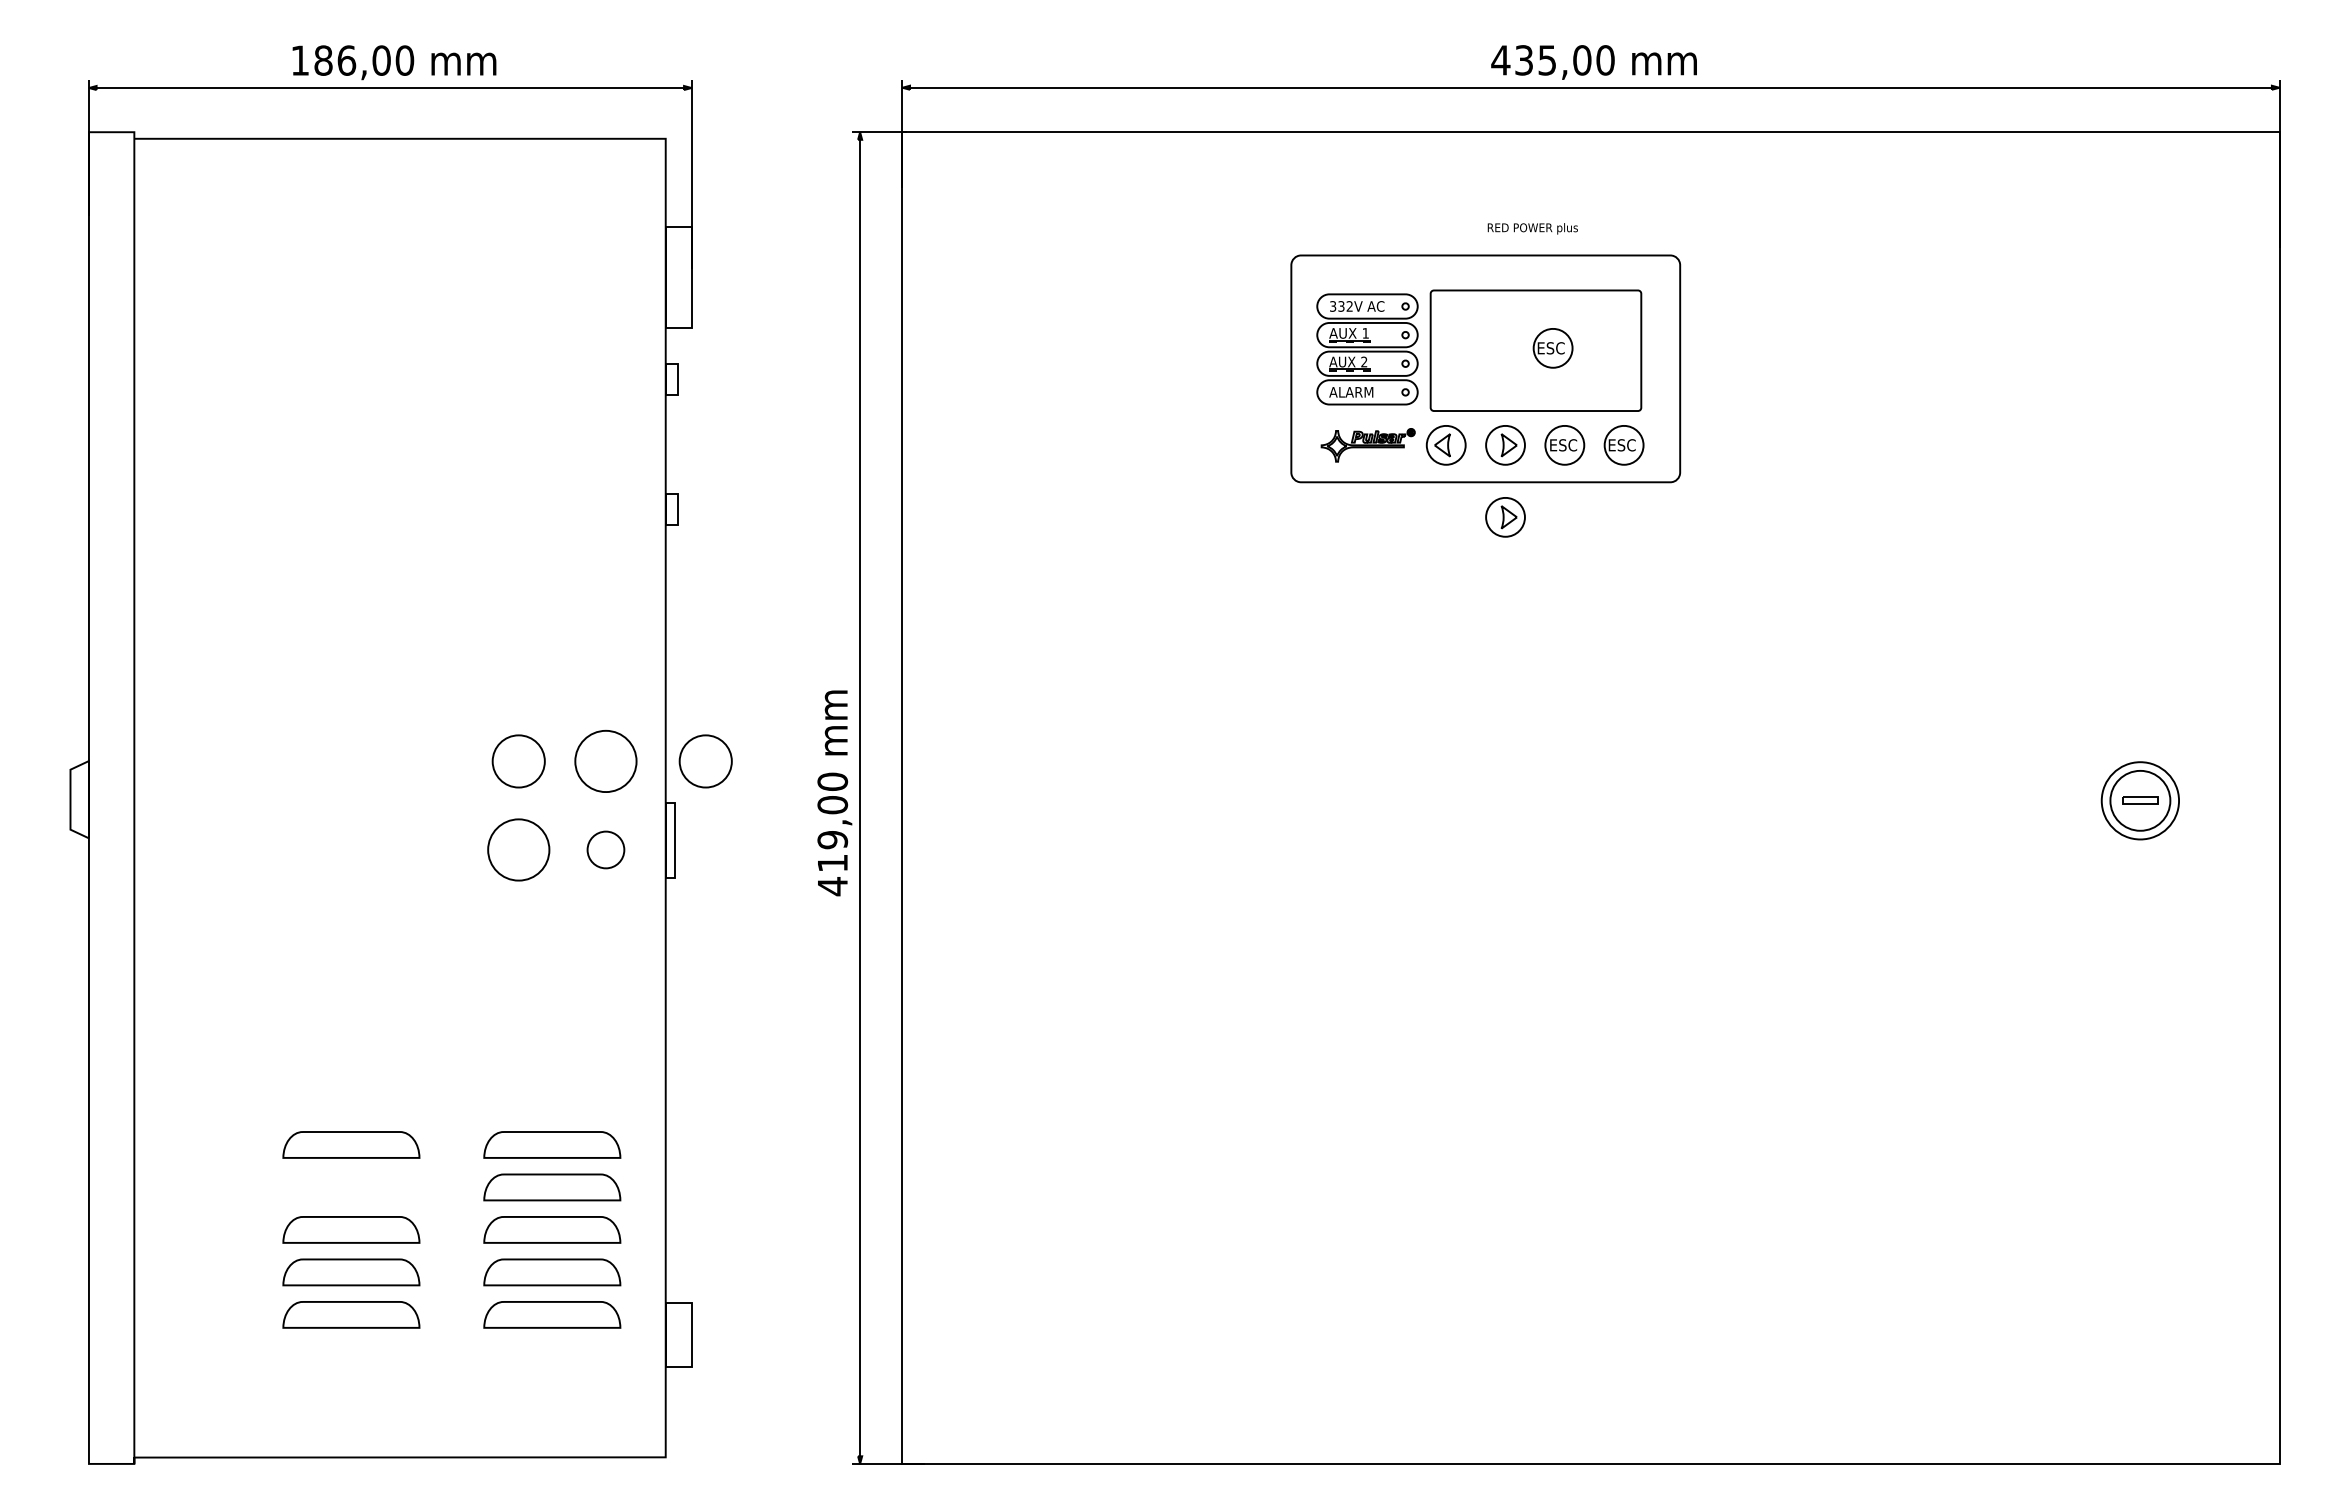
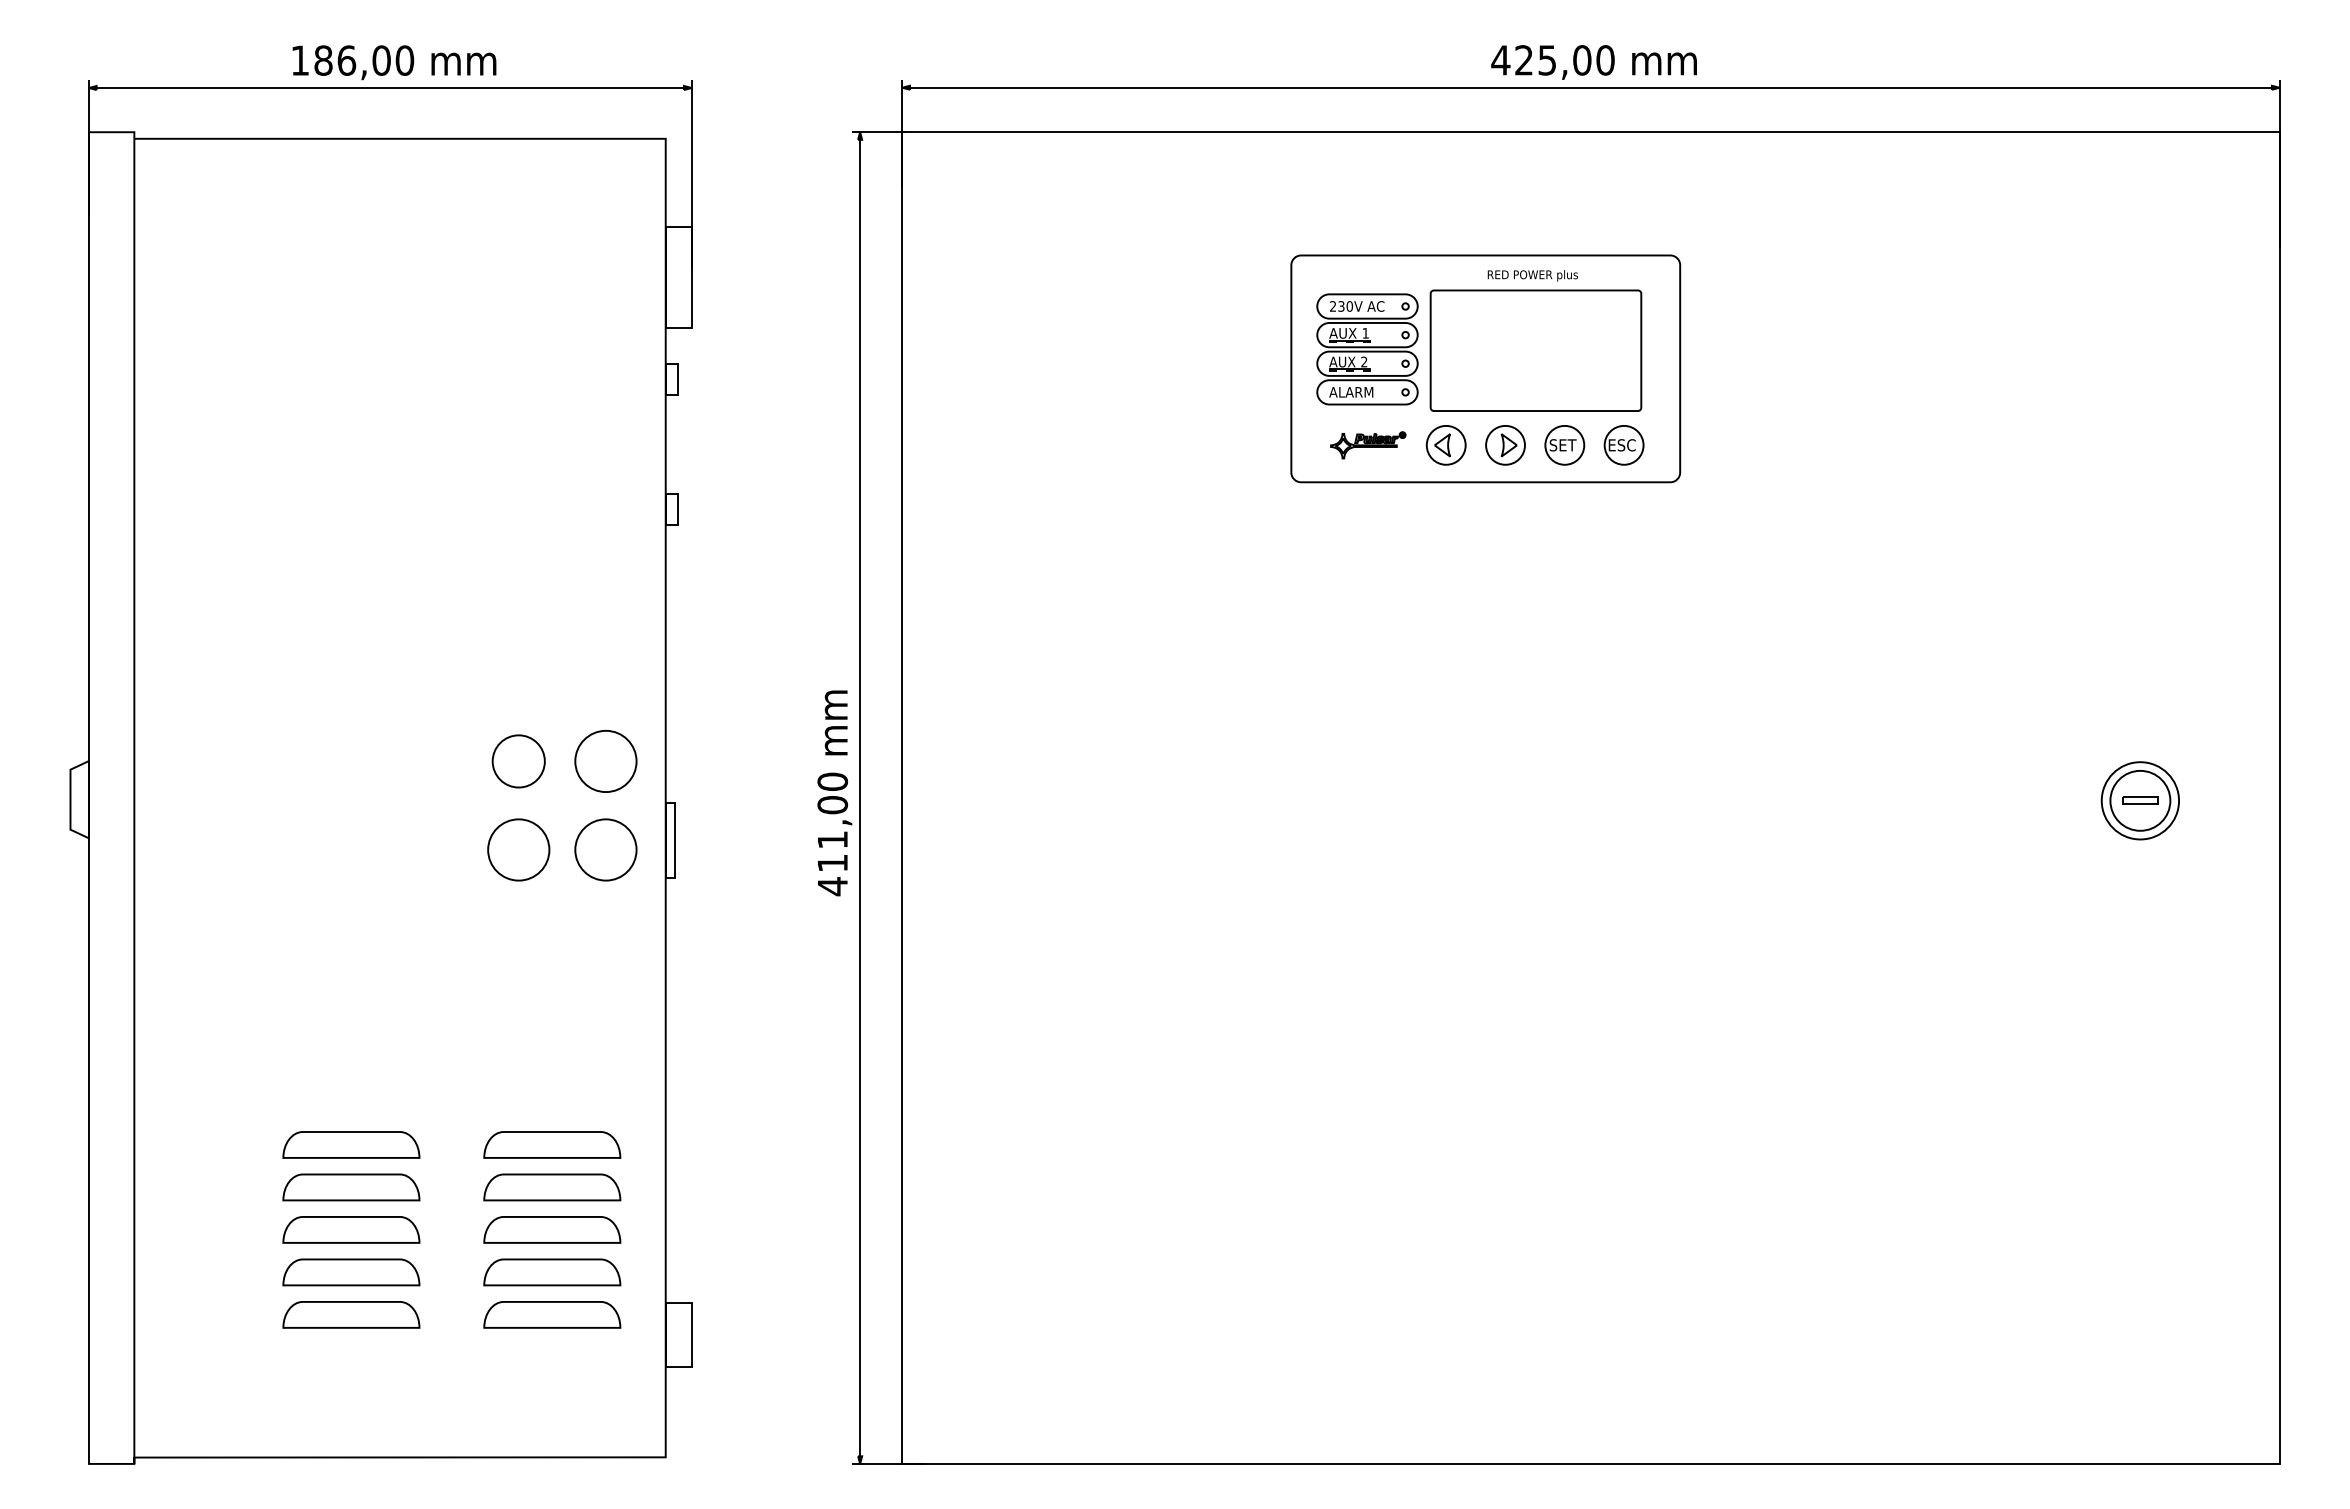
text at (1523, 60): 435,00 -> 425,00
text at (1532, 228) position: (1532, 228) -> (1532, 275)
text at (1341, 306): 332V -> 230V
part at (1552, 348): present -> none
part at (1367, 445) size: 96x35 px -> 77x29 px
text at (1563, 445): ESC -> SET
part at (1505, 517): present -> none
part at (705, 761): present -> none
text at (832, 840): 419,00 -> 411,00
part at (605, 849) size: 40x40 px -> 64x64 px
part at (351, 1187): none -> present
